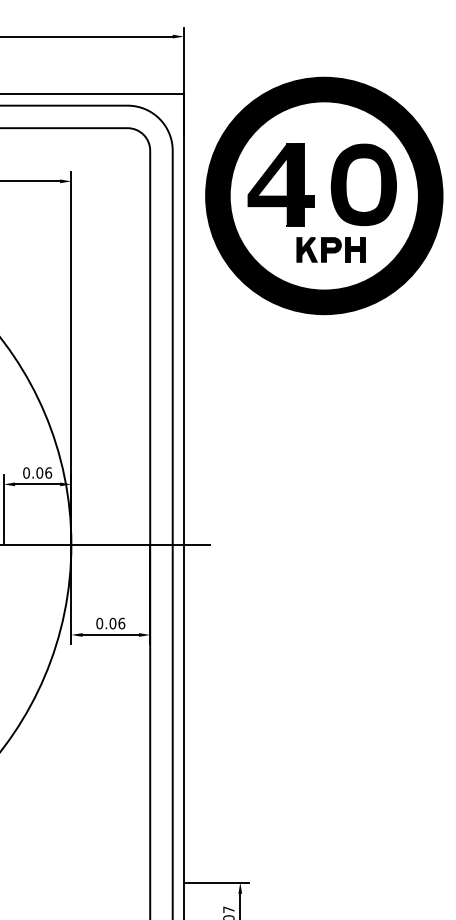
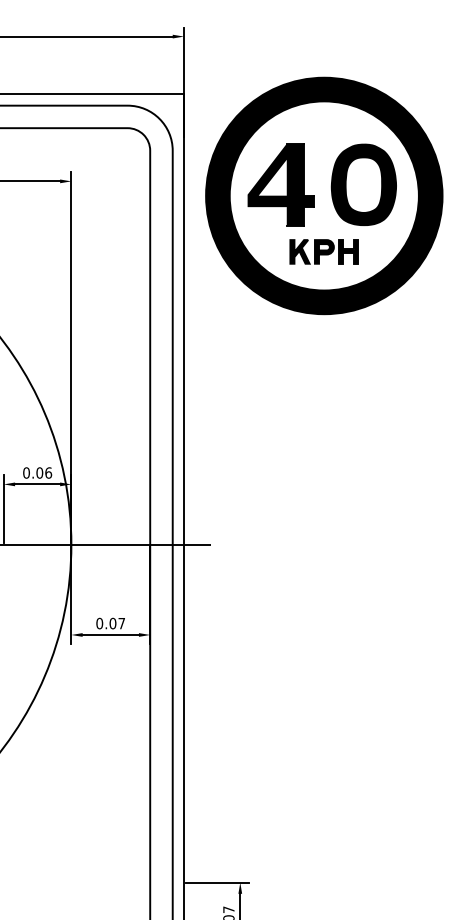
part at (330, 249) position: (330, 249) -> (323, 251)
text at (121, 623): 0.06 -> 0.07
